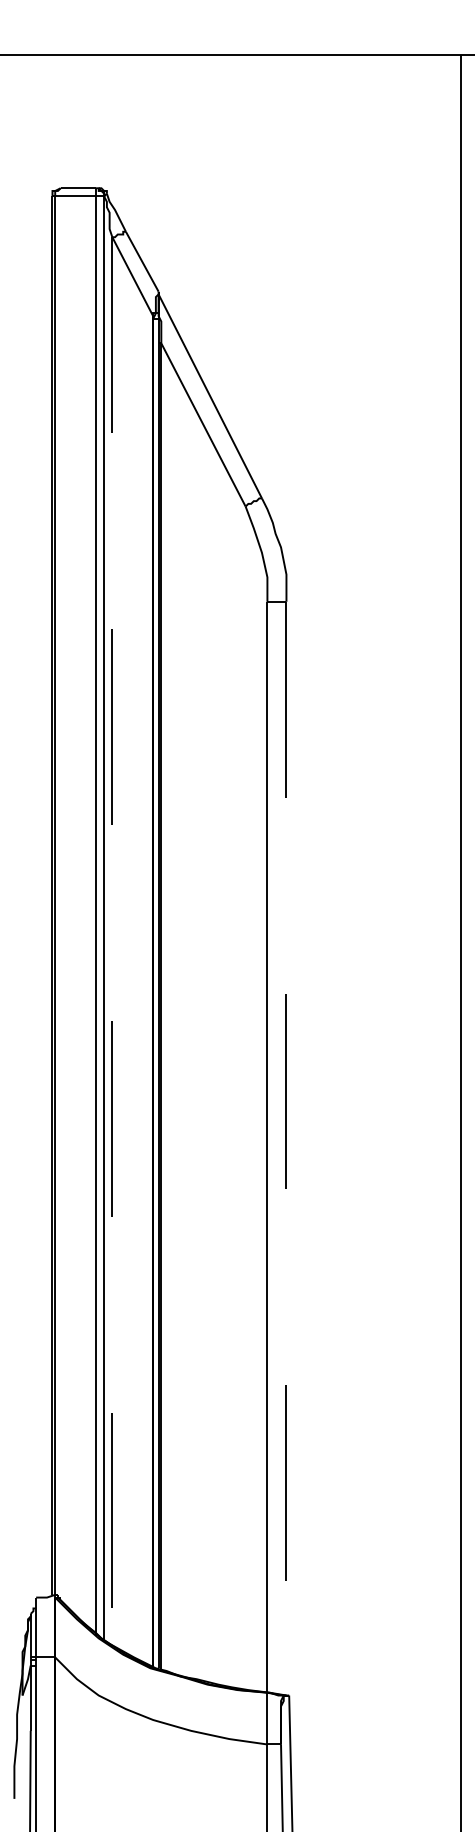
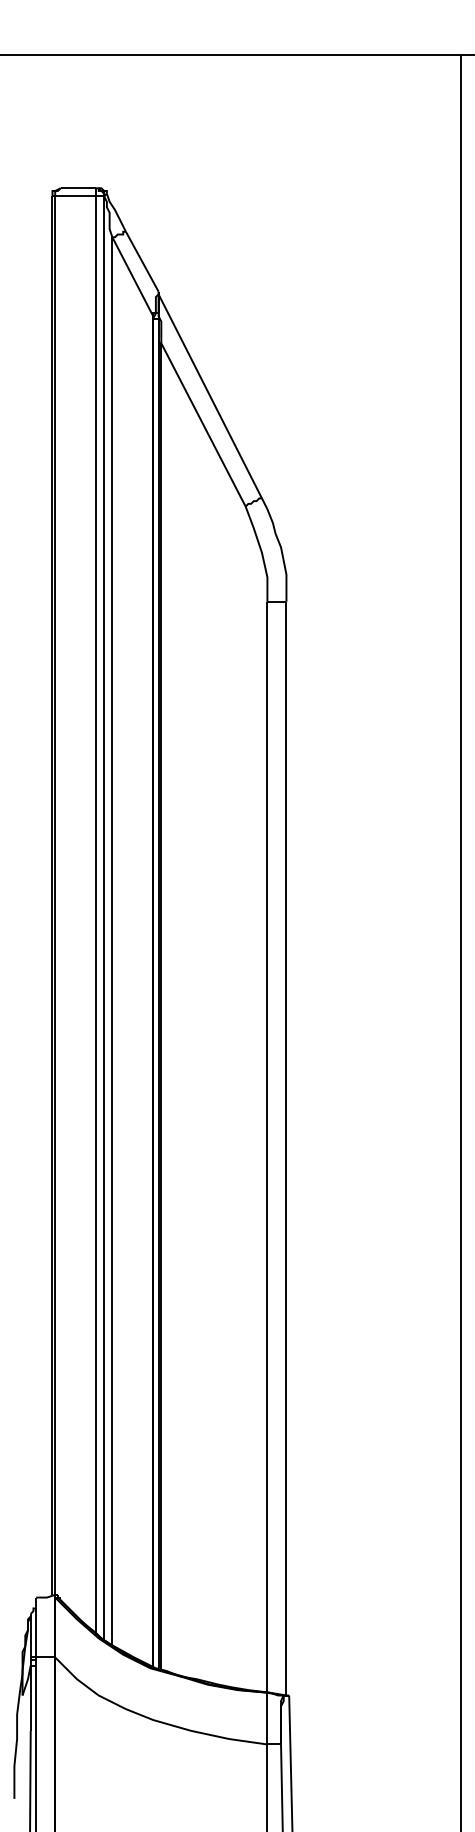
line at (112, 941): dashed -> solid
line at (286, 1148): dashed -> solid
